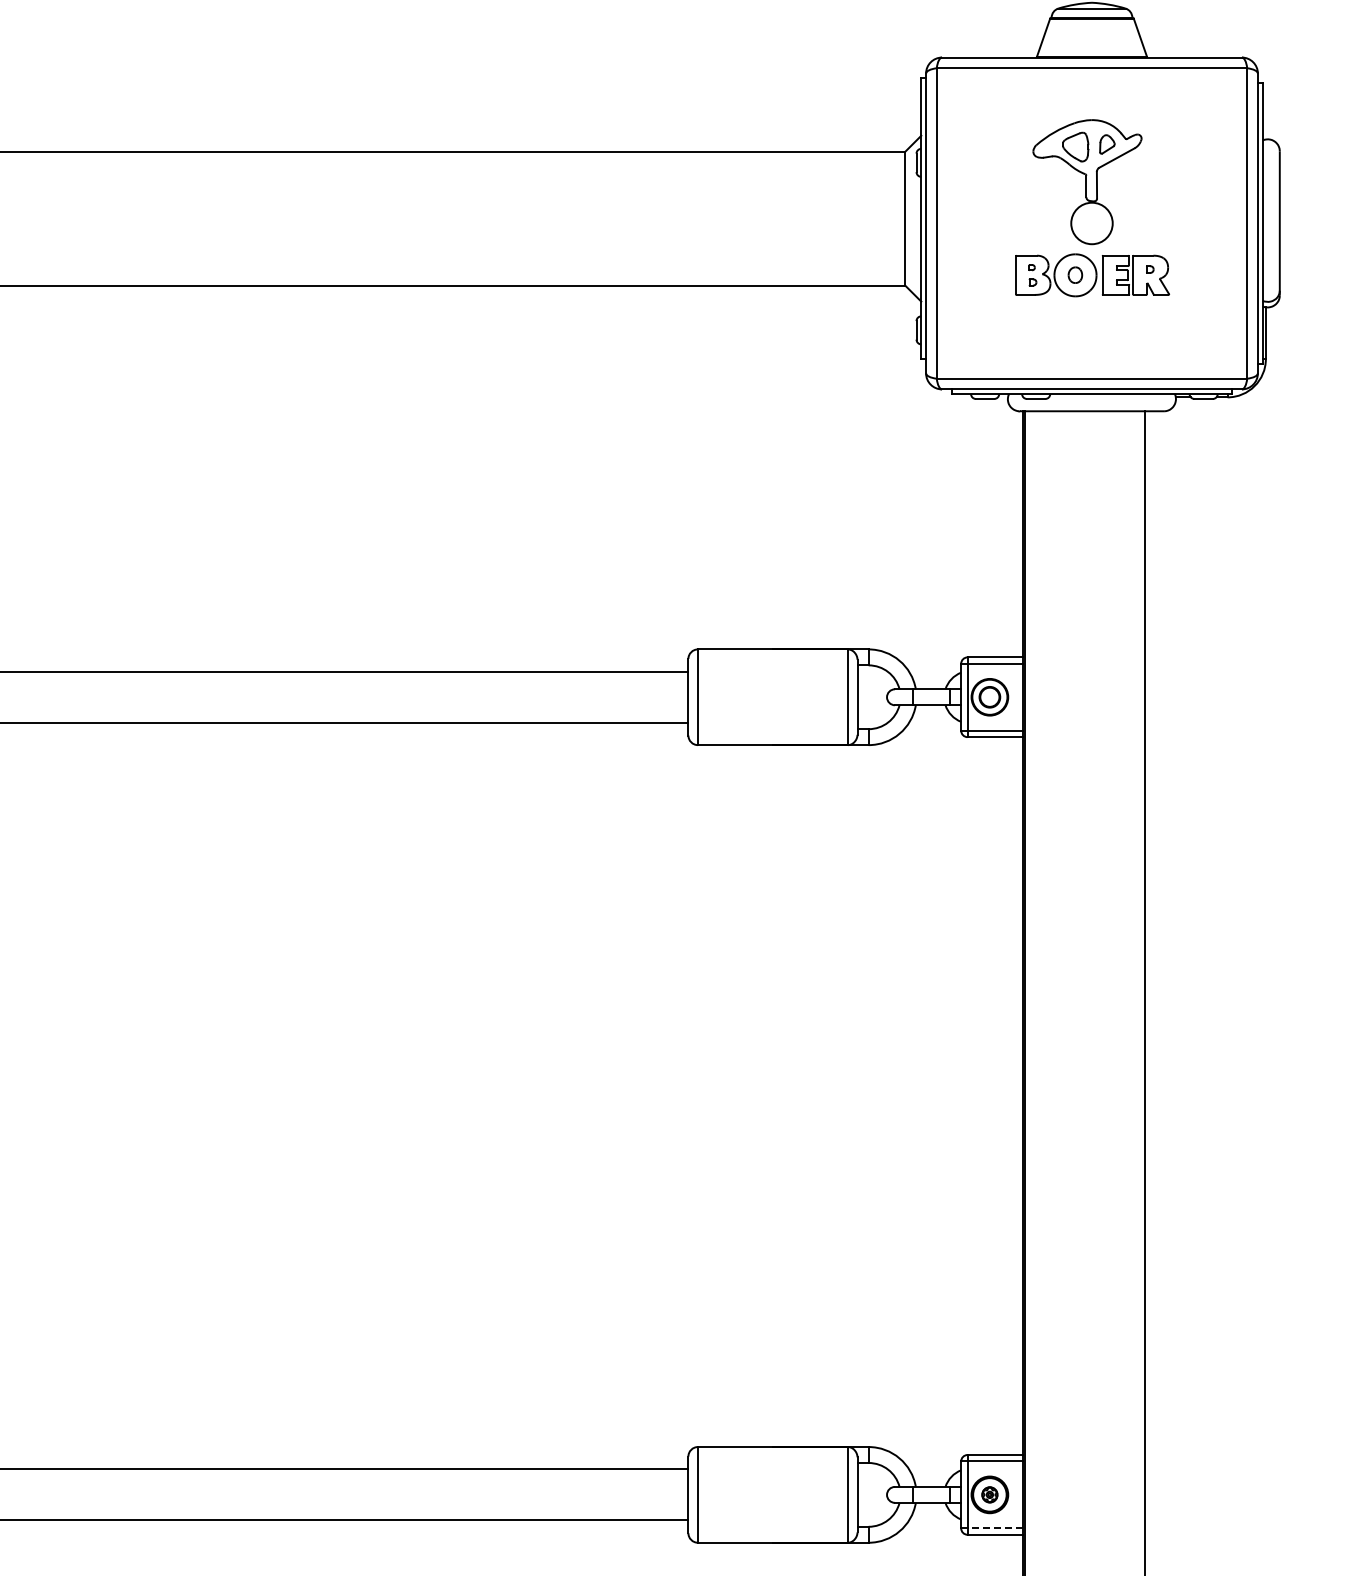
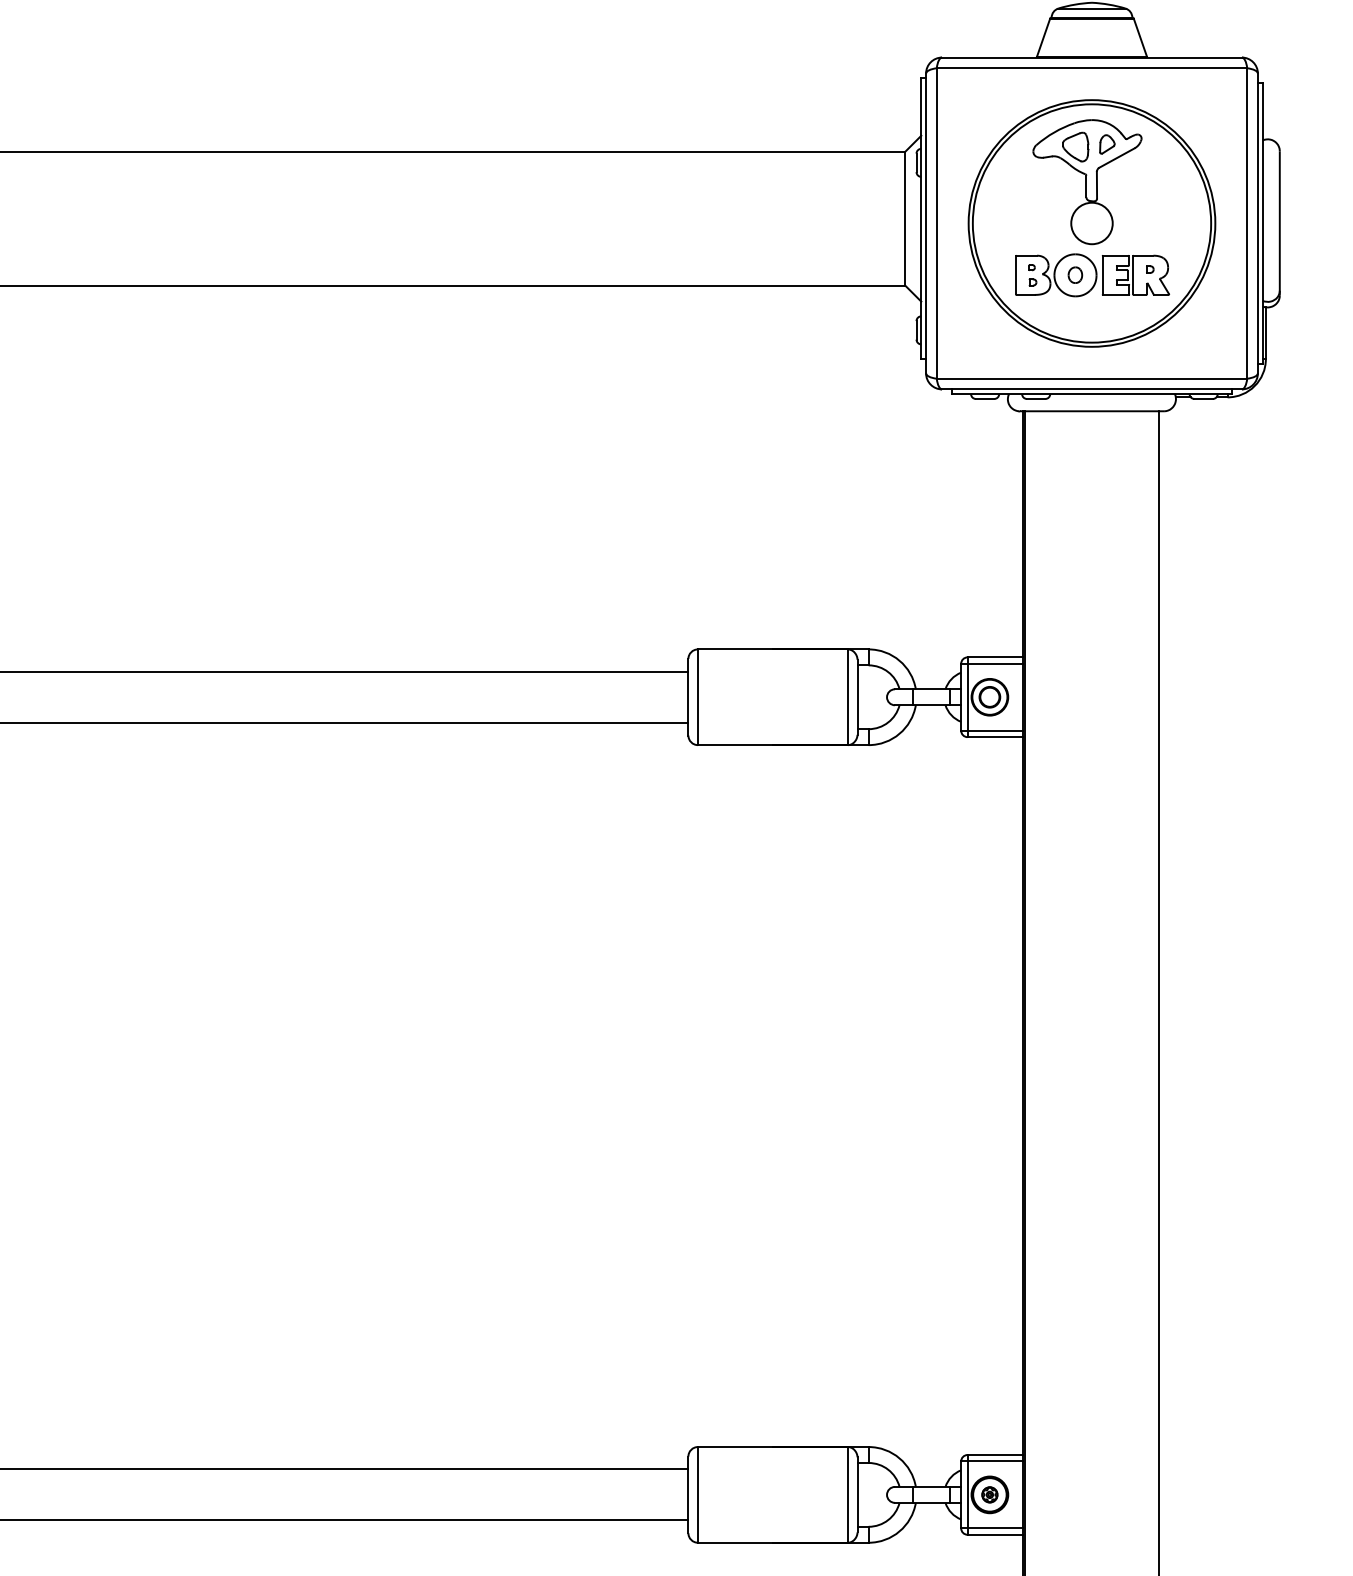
part at (1091, 223): none -> present
line at (1145, 991) position: (1145, 991) -> (1159, 991)
line at (995, 1528): dashed -> solid
